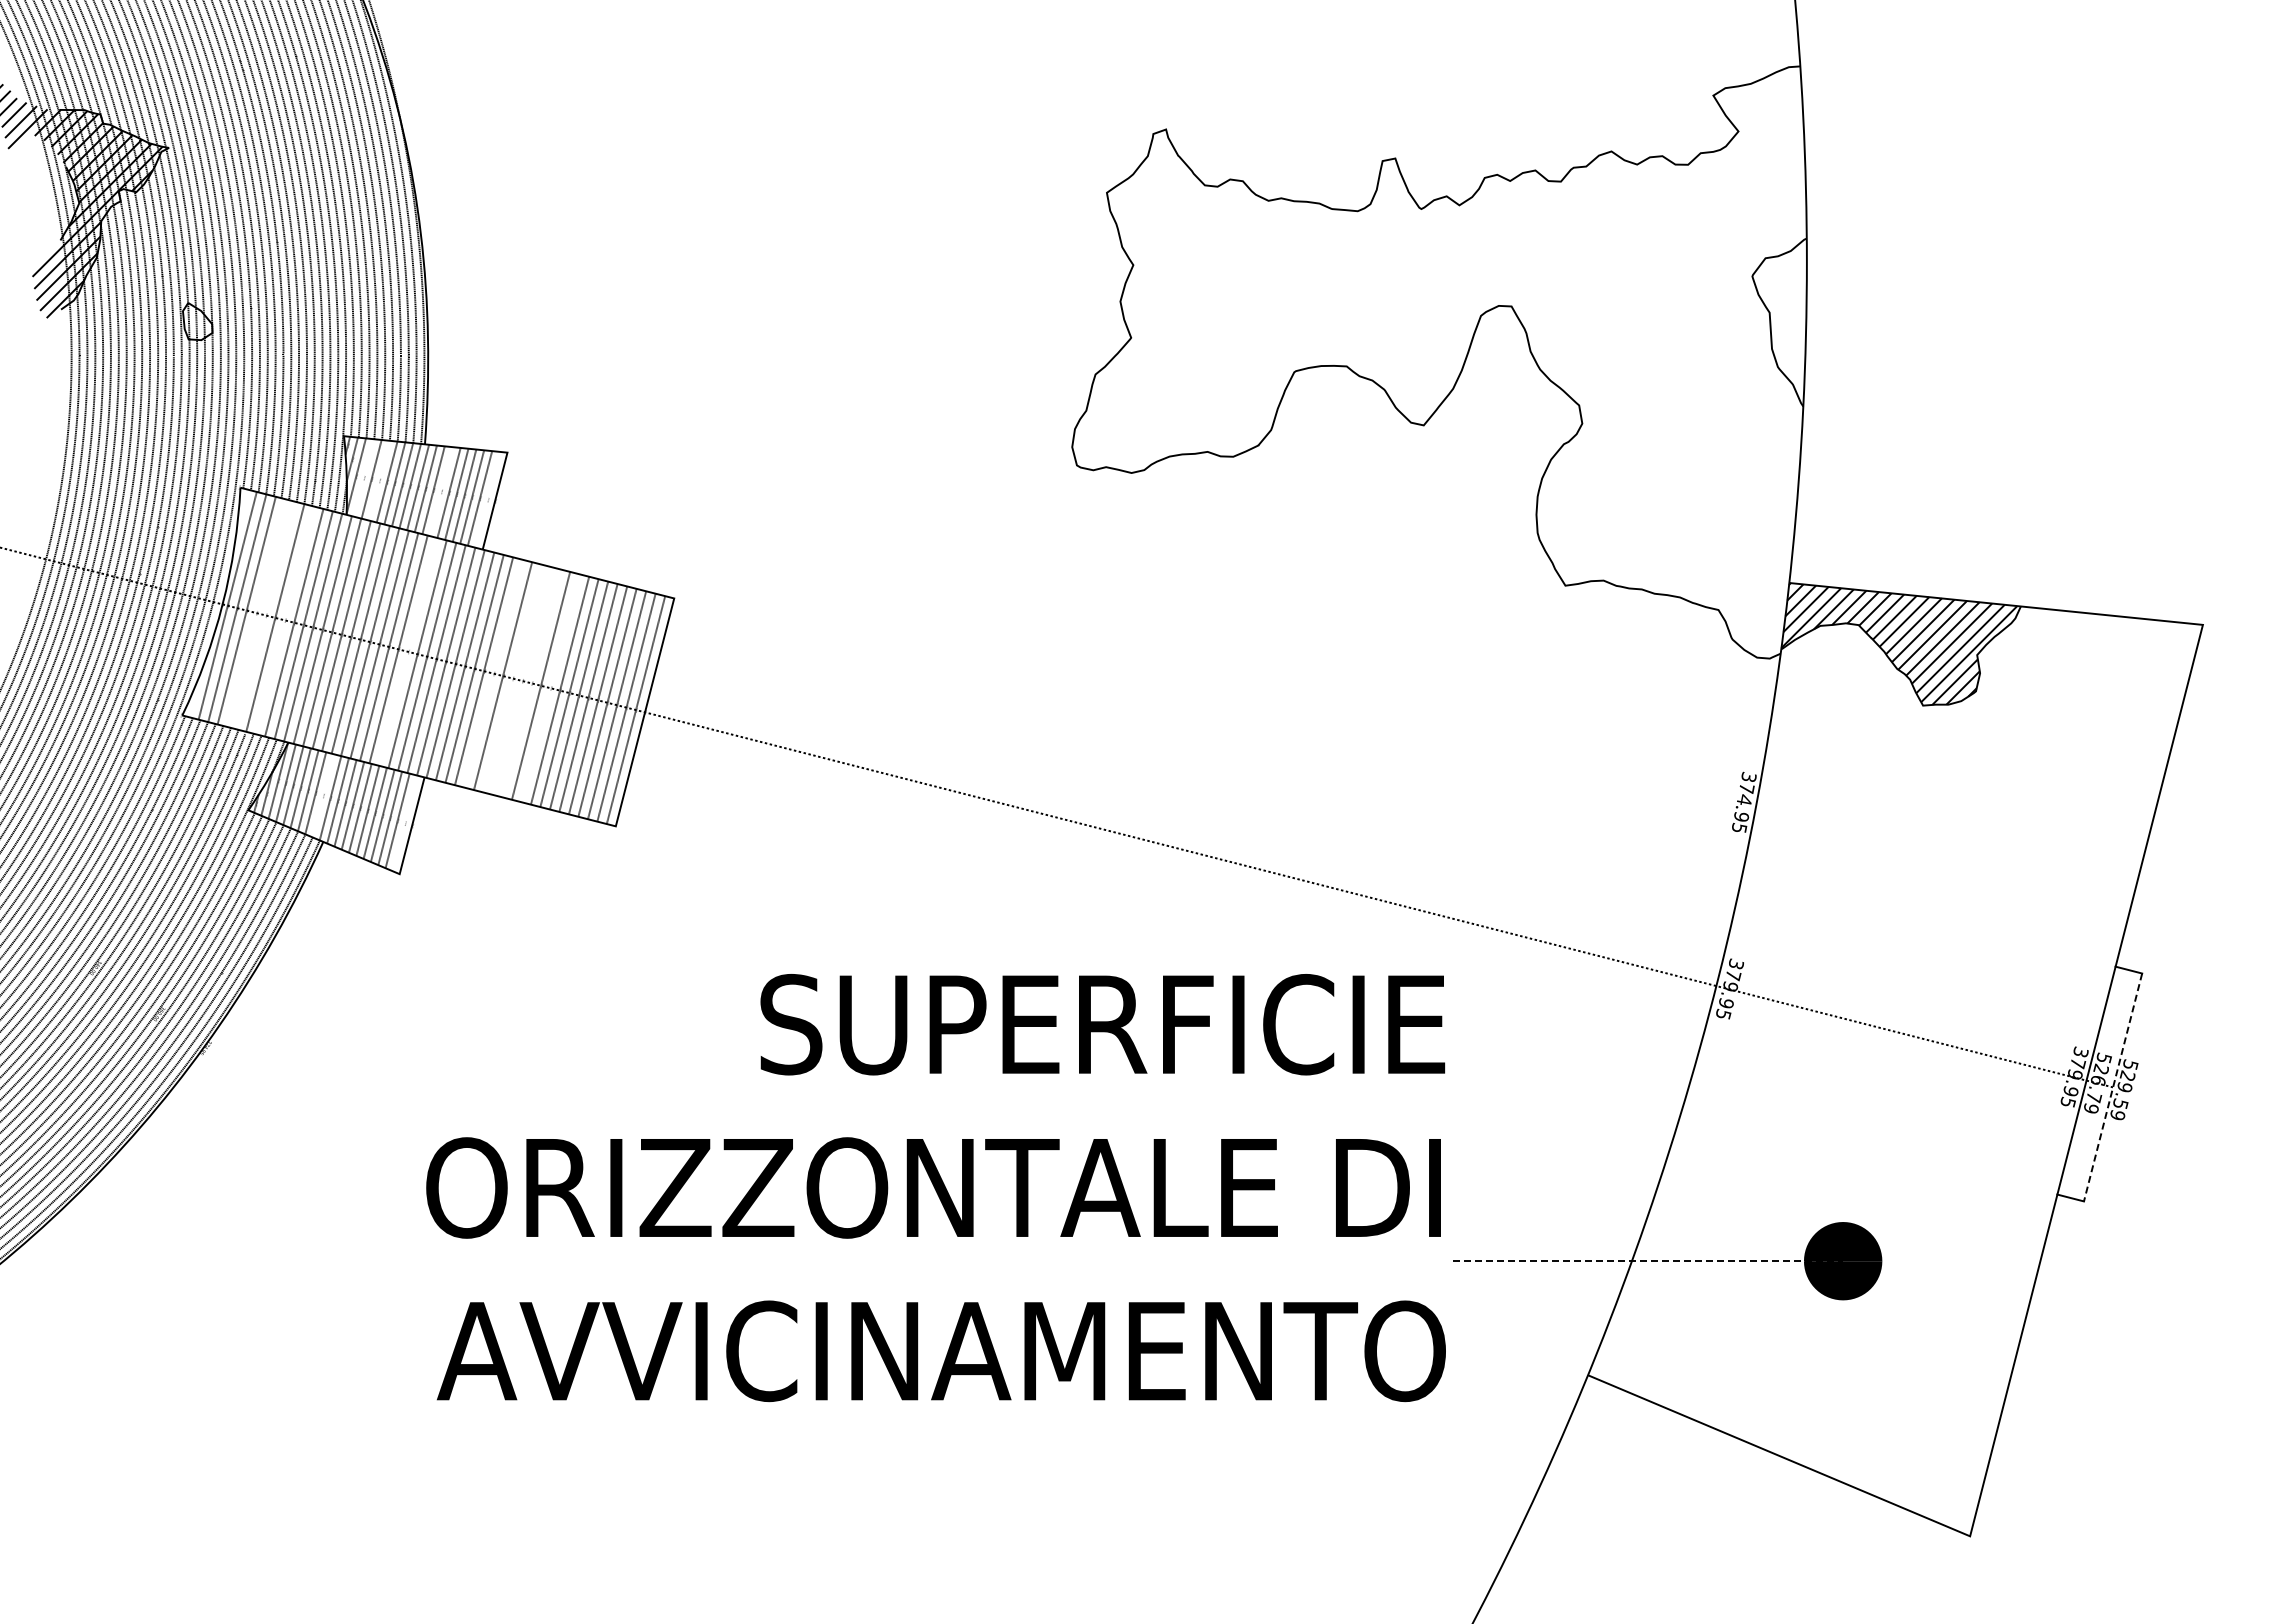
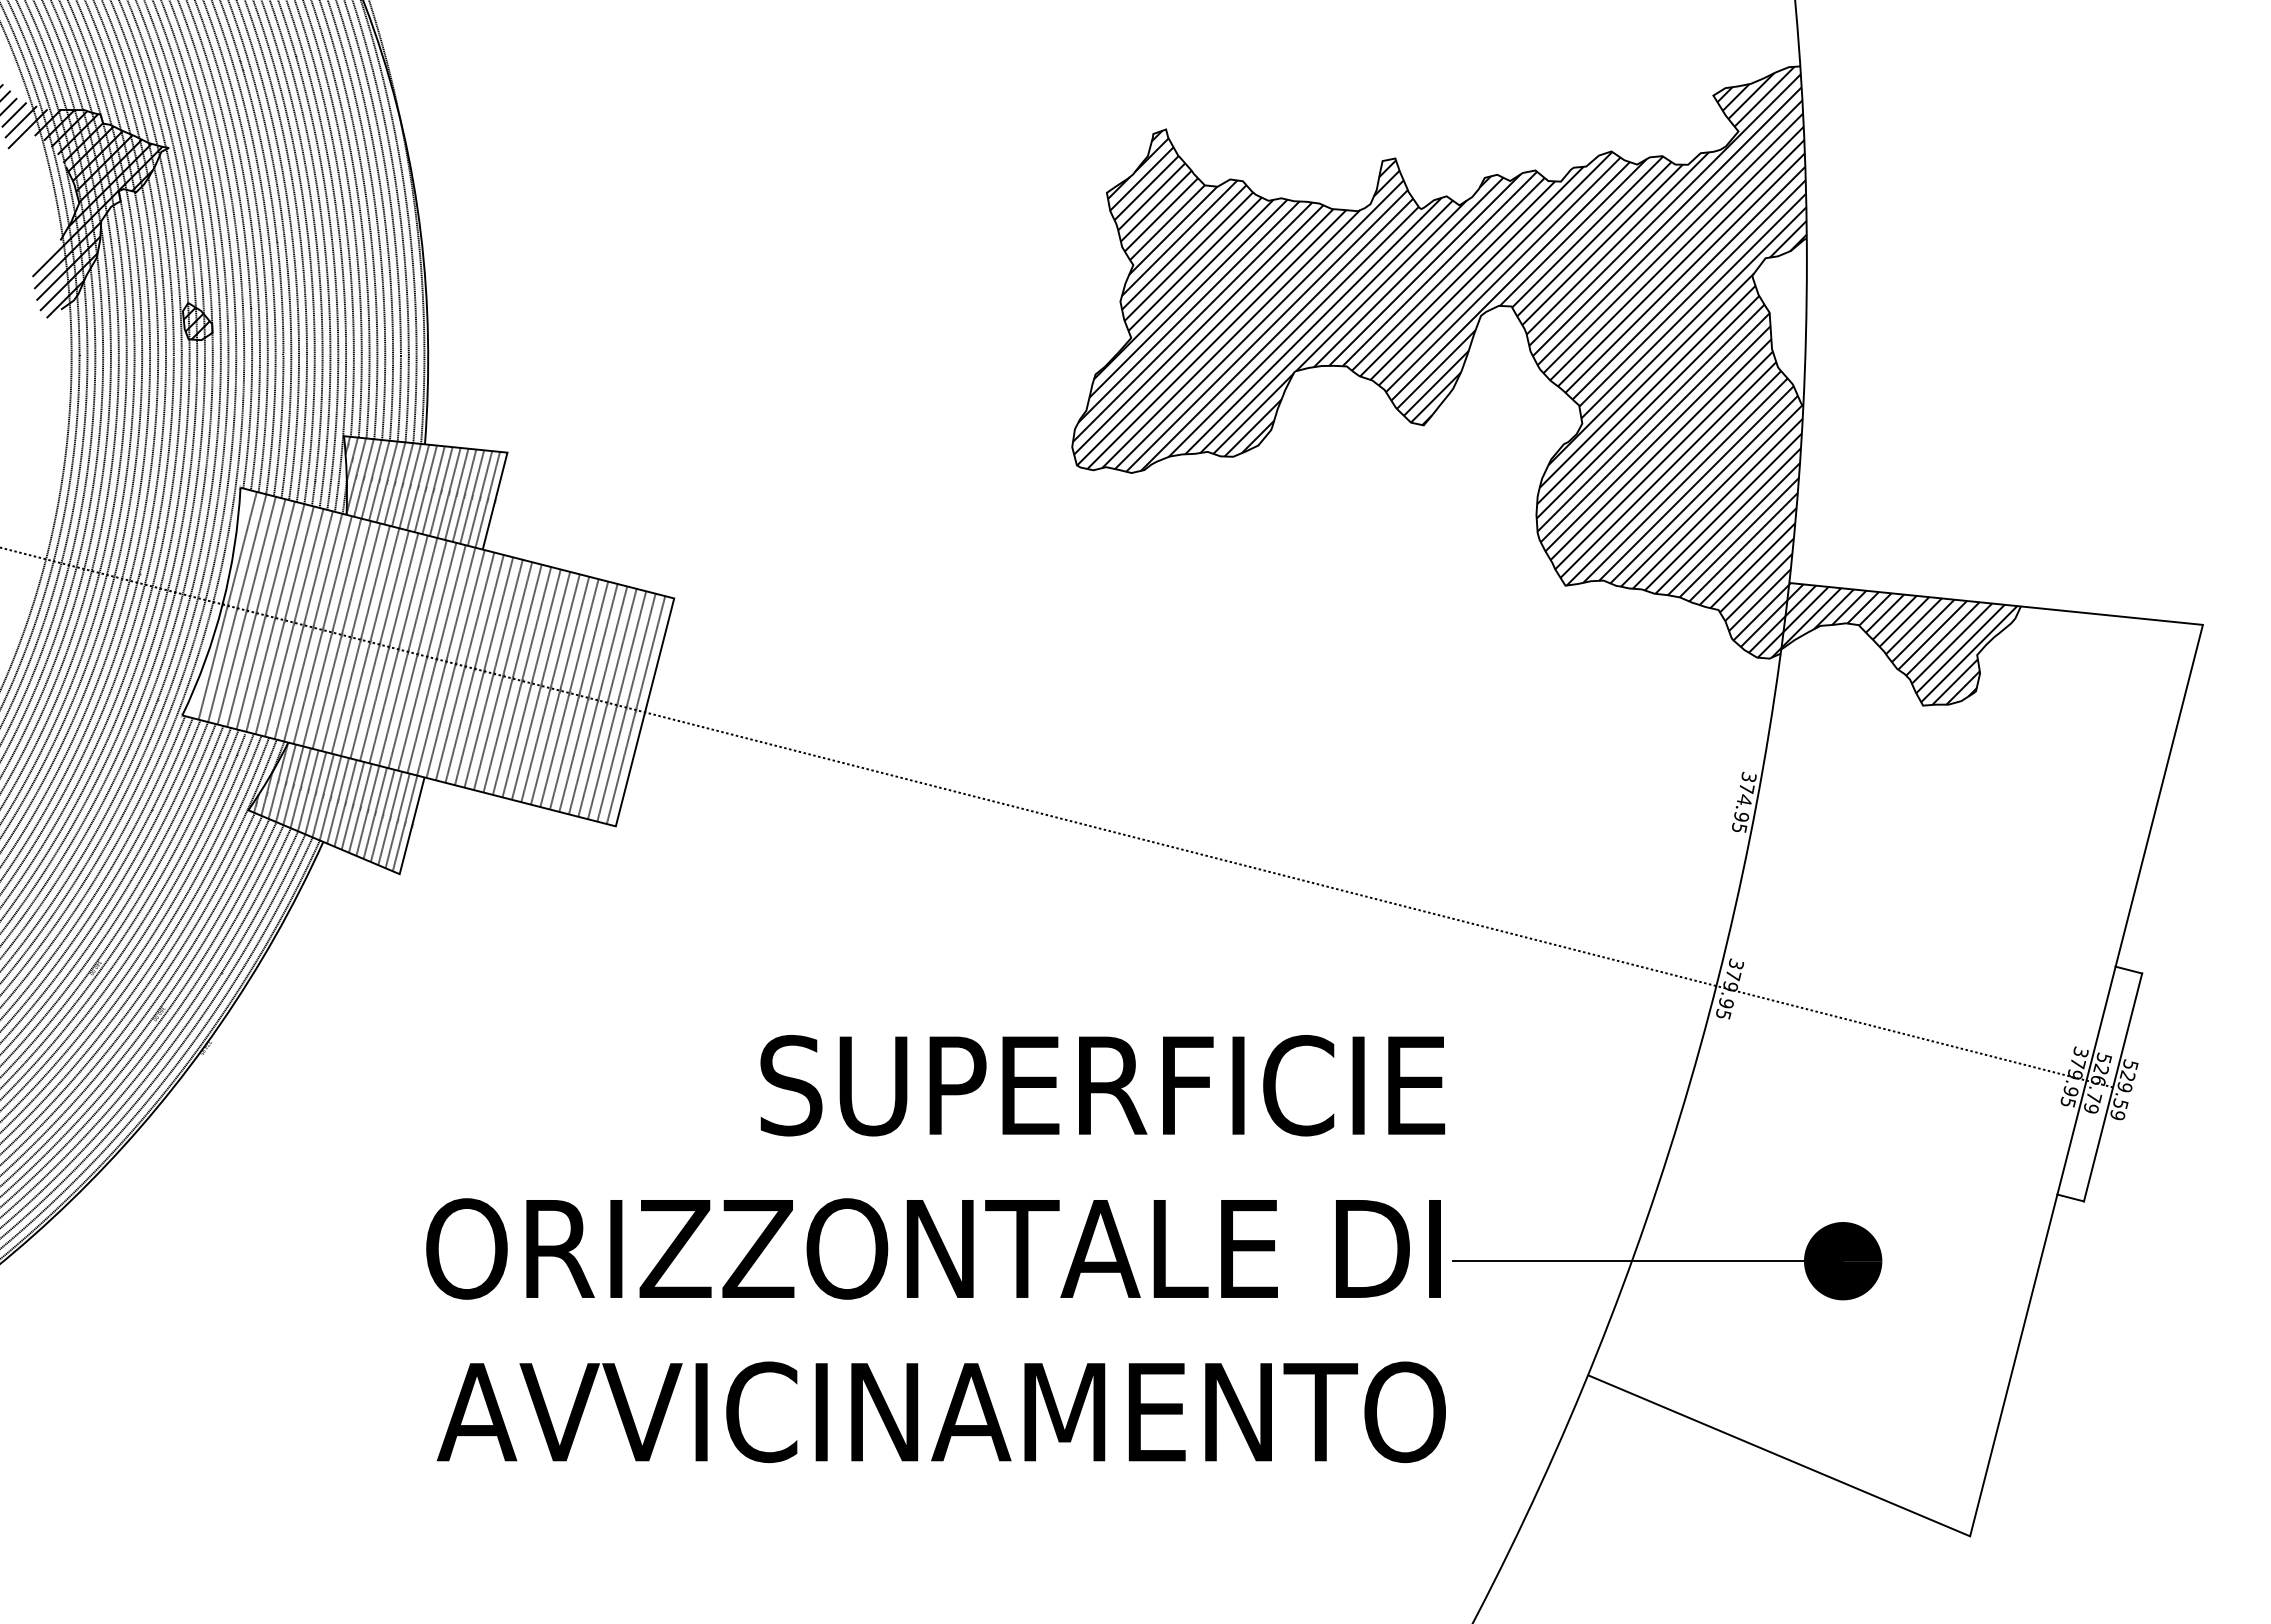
hatch at (197, 323): none -> present
hatch at (1439, 361): none -> present
line at (363, 477): none -> present
line at (379, 480): none -> present
line at (440, 491): none -> present
line at (487, 499): none -> present
line at (256, 613): none -> present
line at (265, 615): none -> present
line at (284, 620): none -> present
line at (408, 651): none -> present
line at (493, 673): none -> present
line at (512, 678): none -> present
line at (521, 680): none -> present
line at (531, 683): none -> present
line at (550, 688): none -> present
line at (322, 795): none -> present
line at (404, 823): none -> present
line at (2113, 1087): dashed -> solid
text at (935, 1188) position: (935, 1188) -> (935, 1249)
line at (1648, 1261): dashed -> solid
